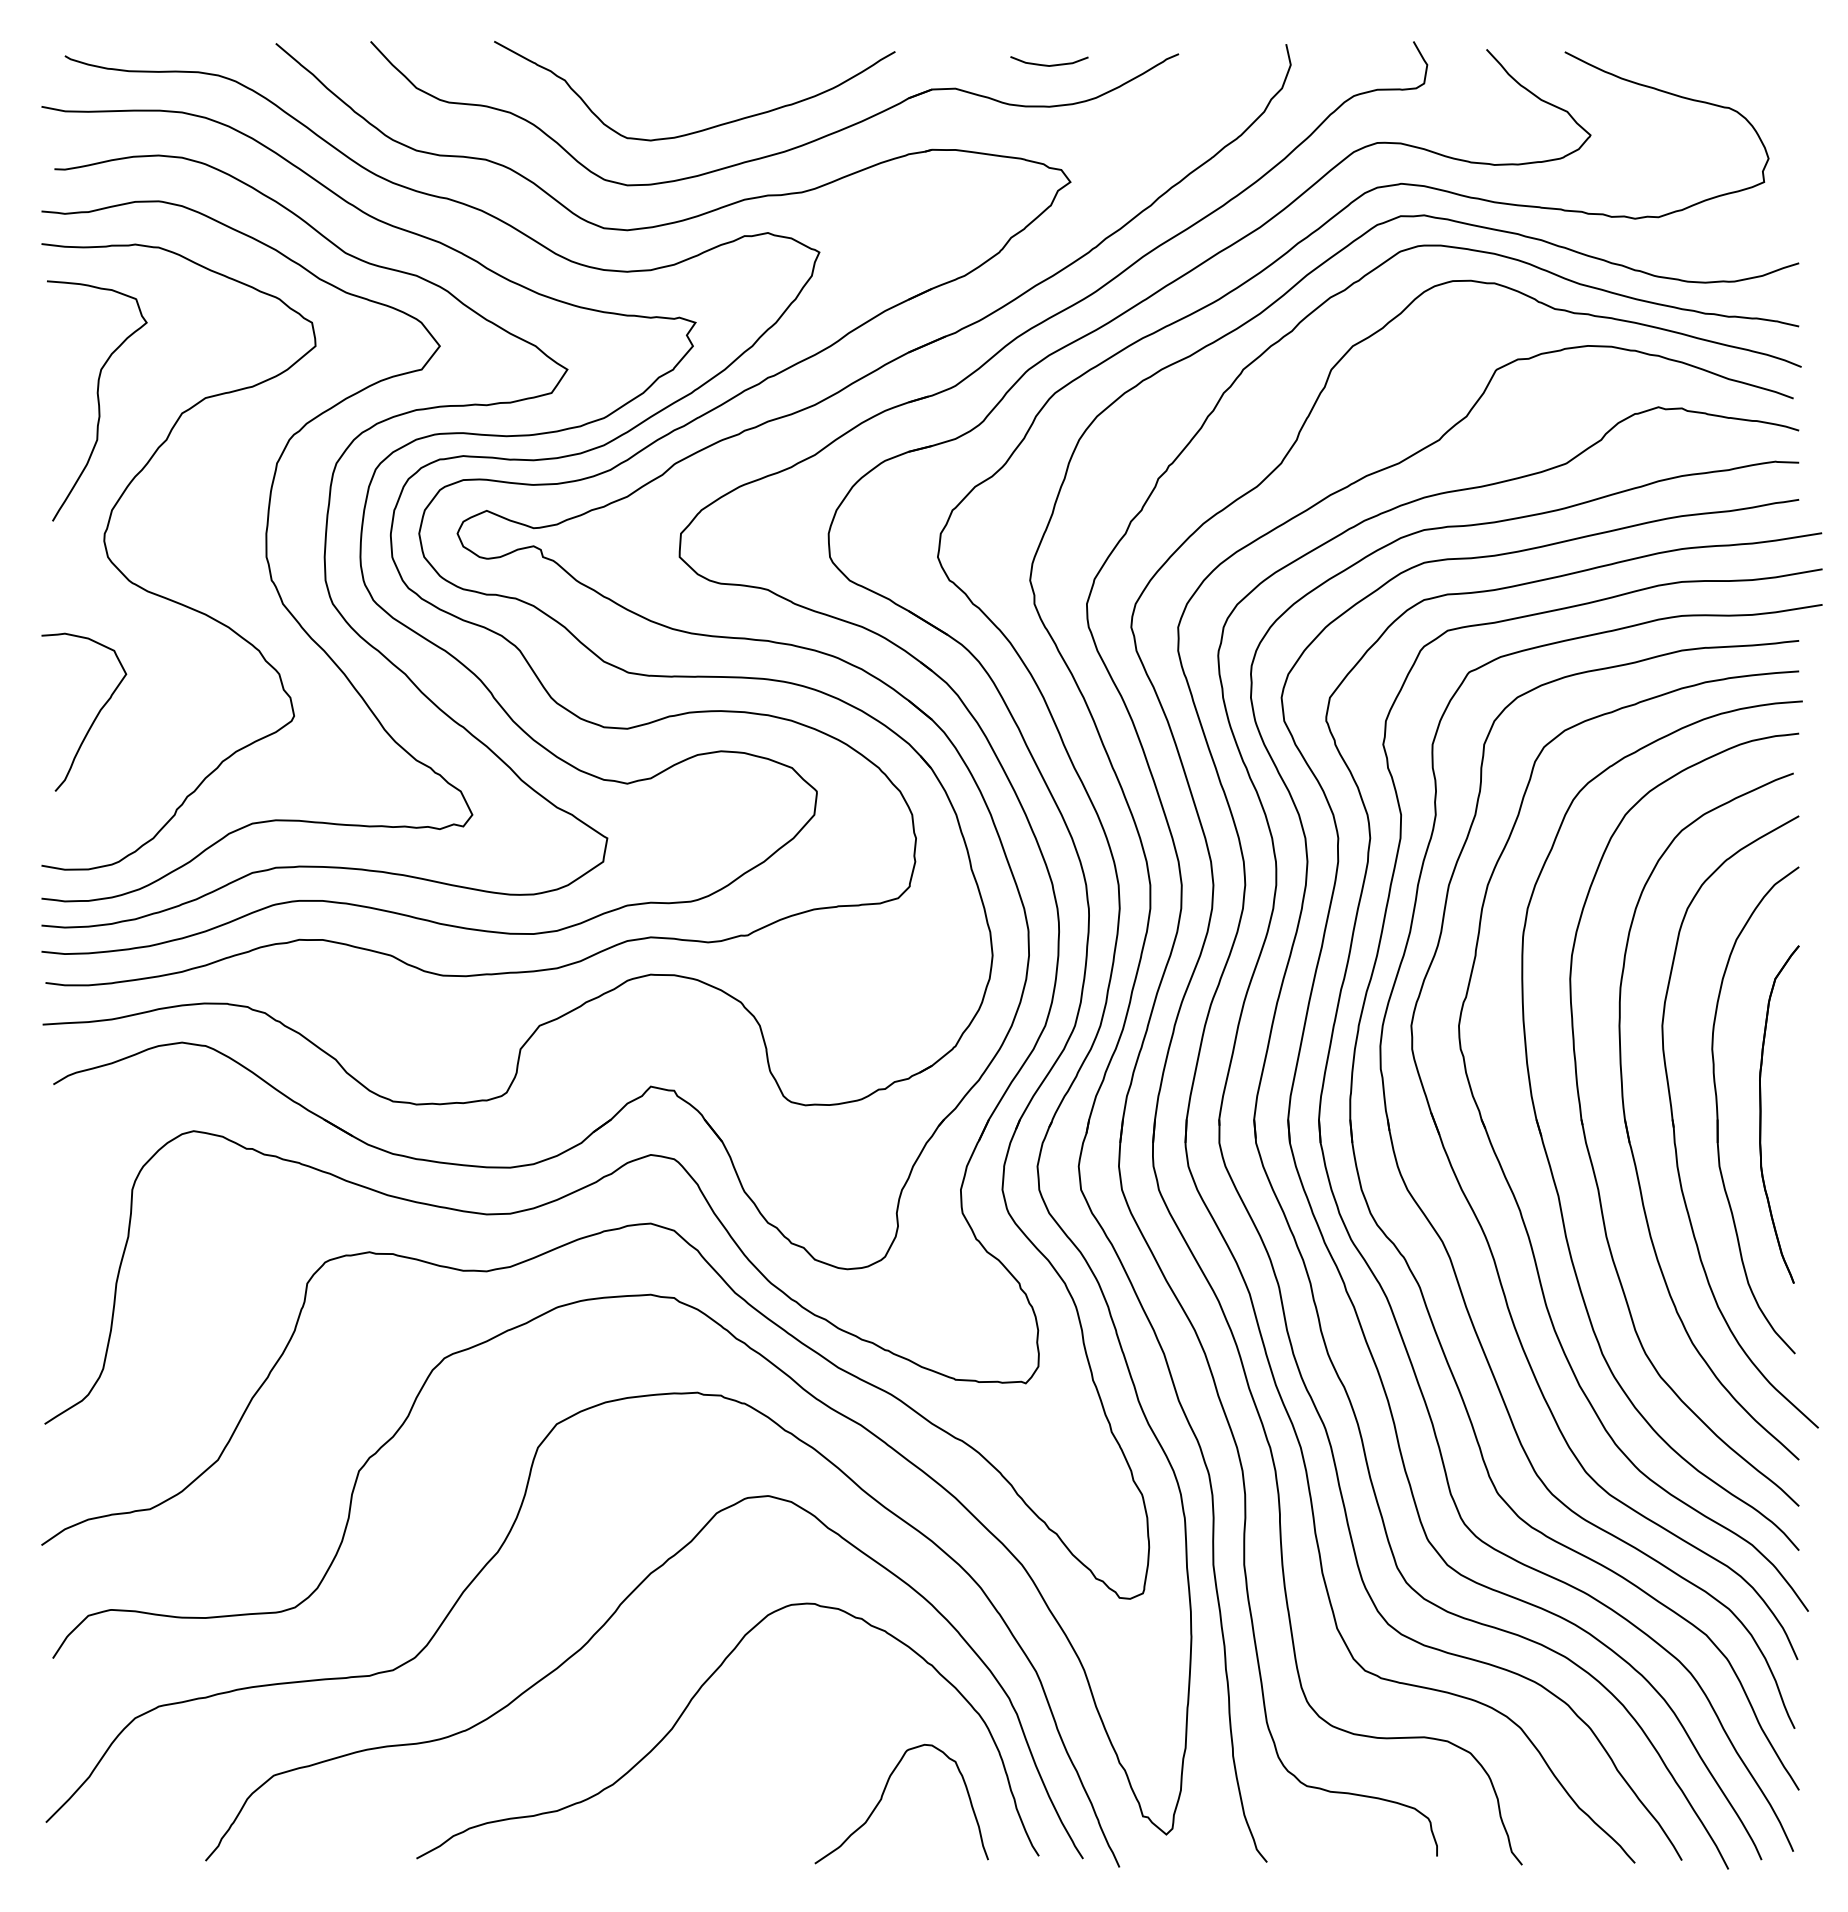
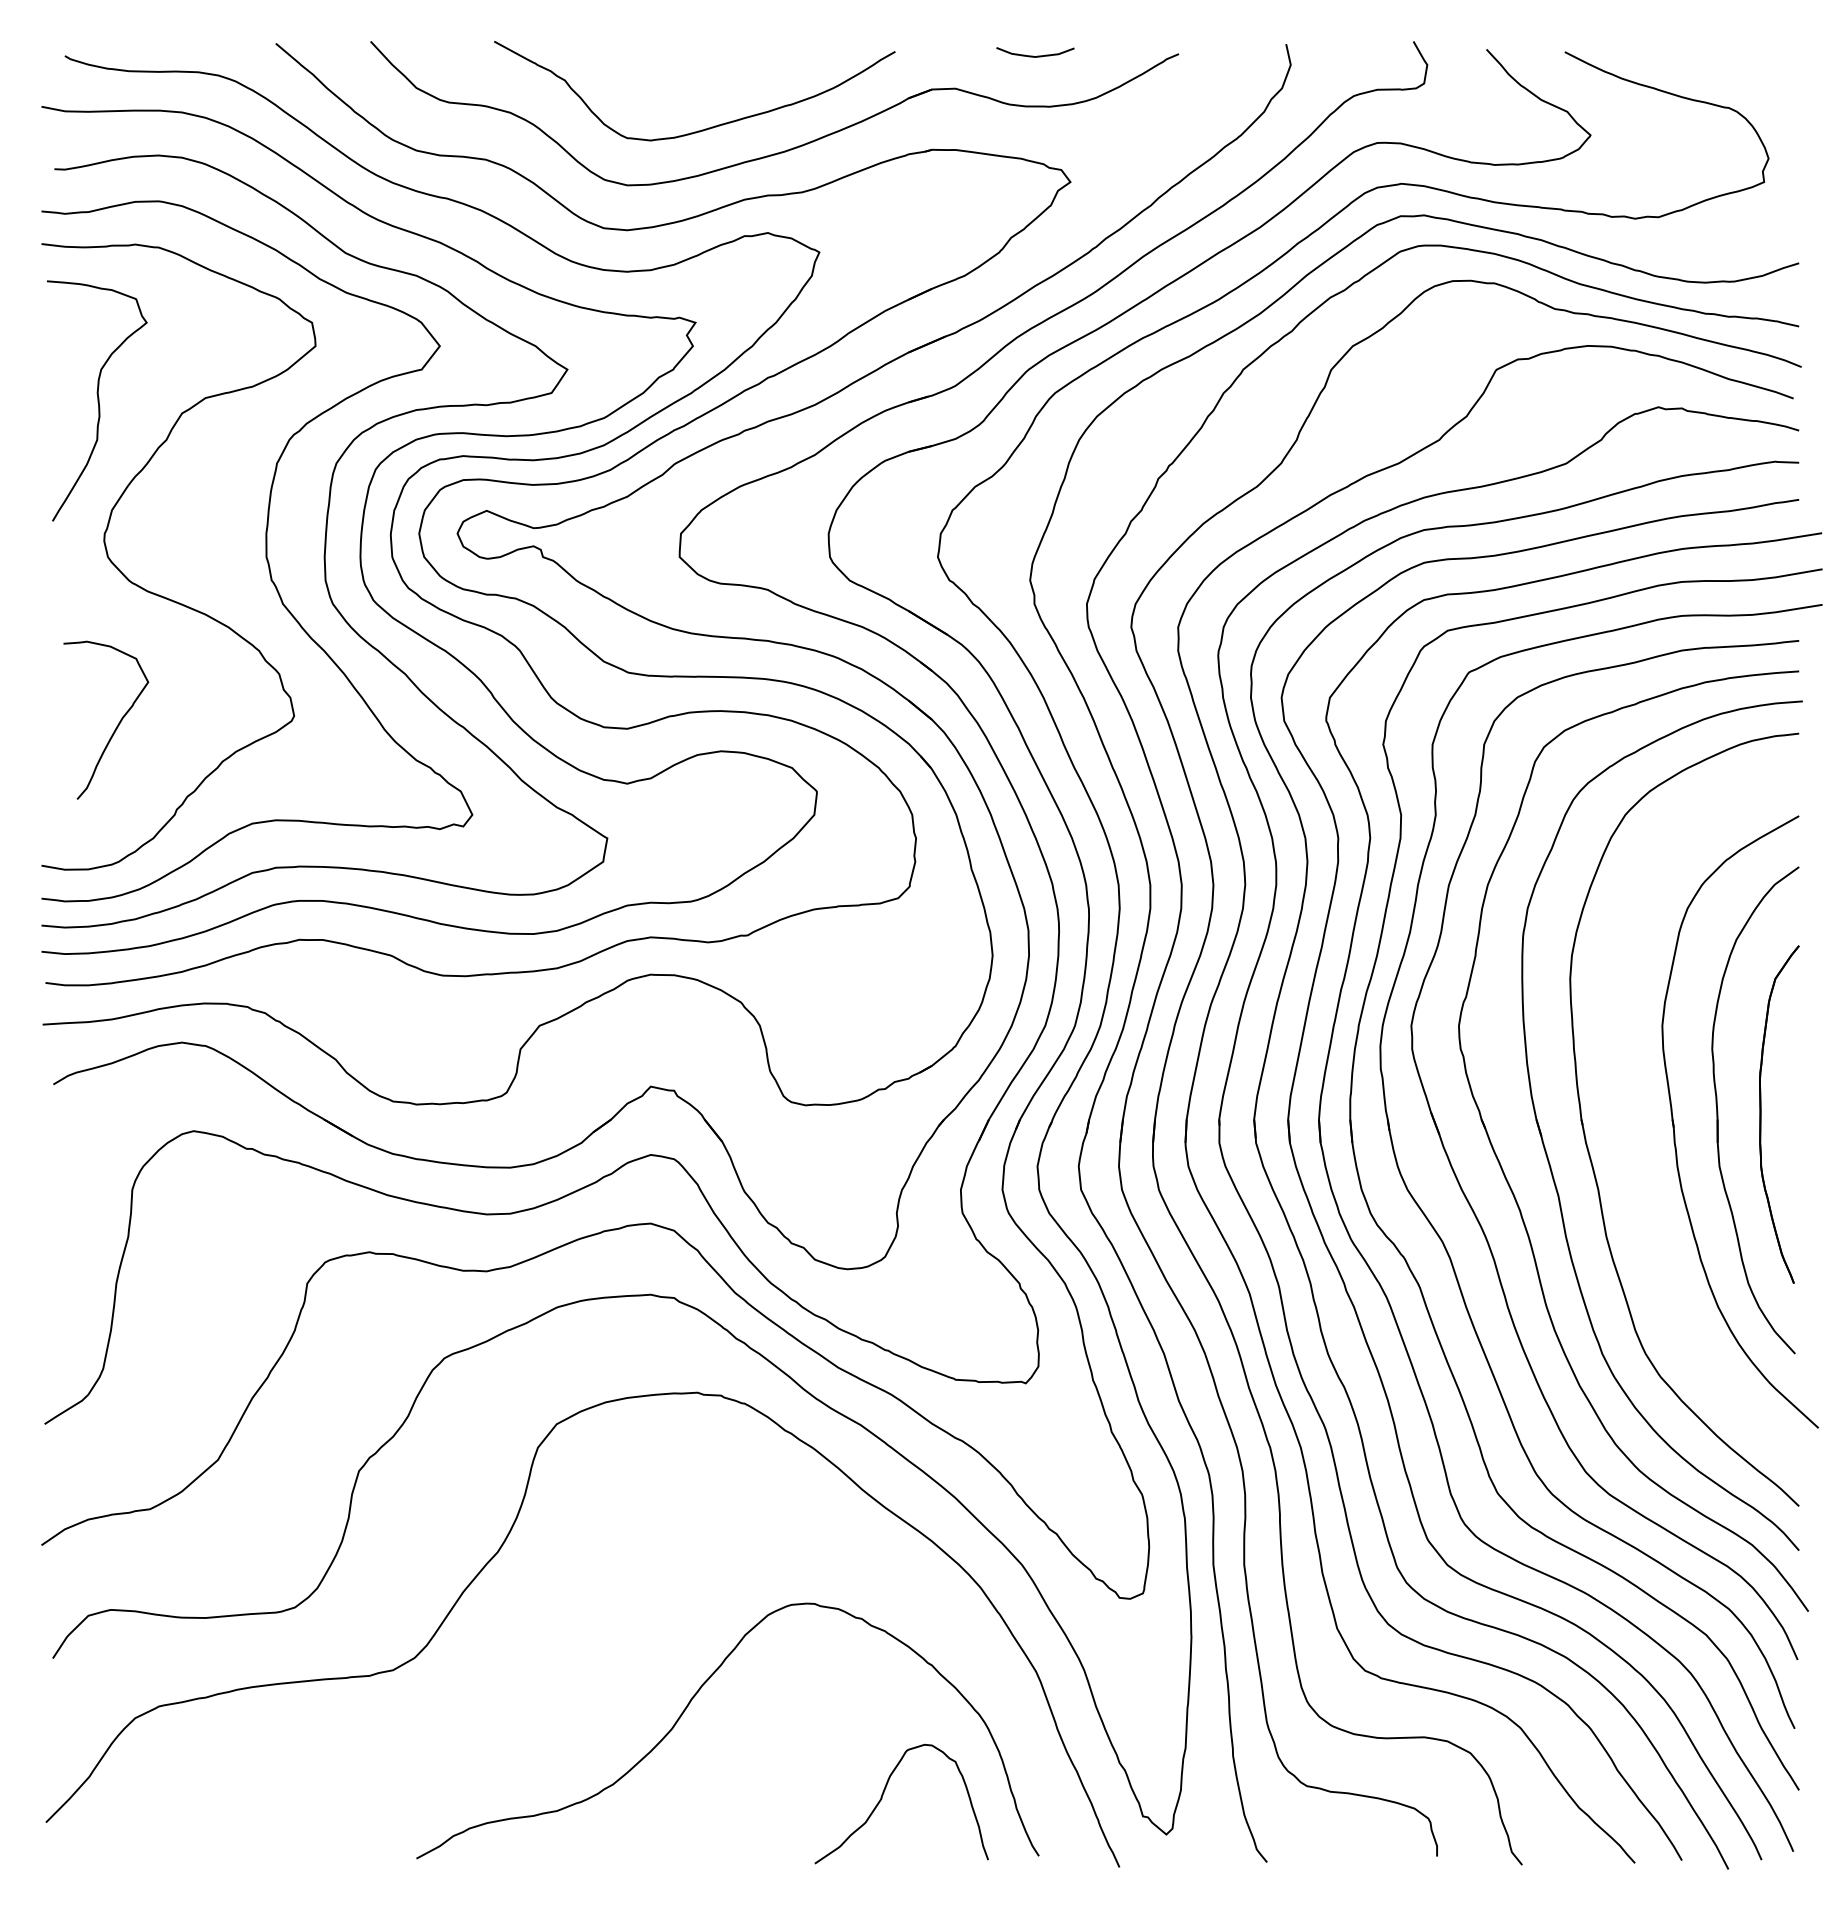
curve at (1047, 64) position: (1047, 64) -> (1033, 55)
curve at (95, 716) position: (95, 716) -> (117, 724)
part at (1628, 1130): present -> none
curve at (593, 1637): present -> none
